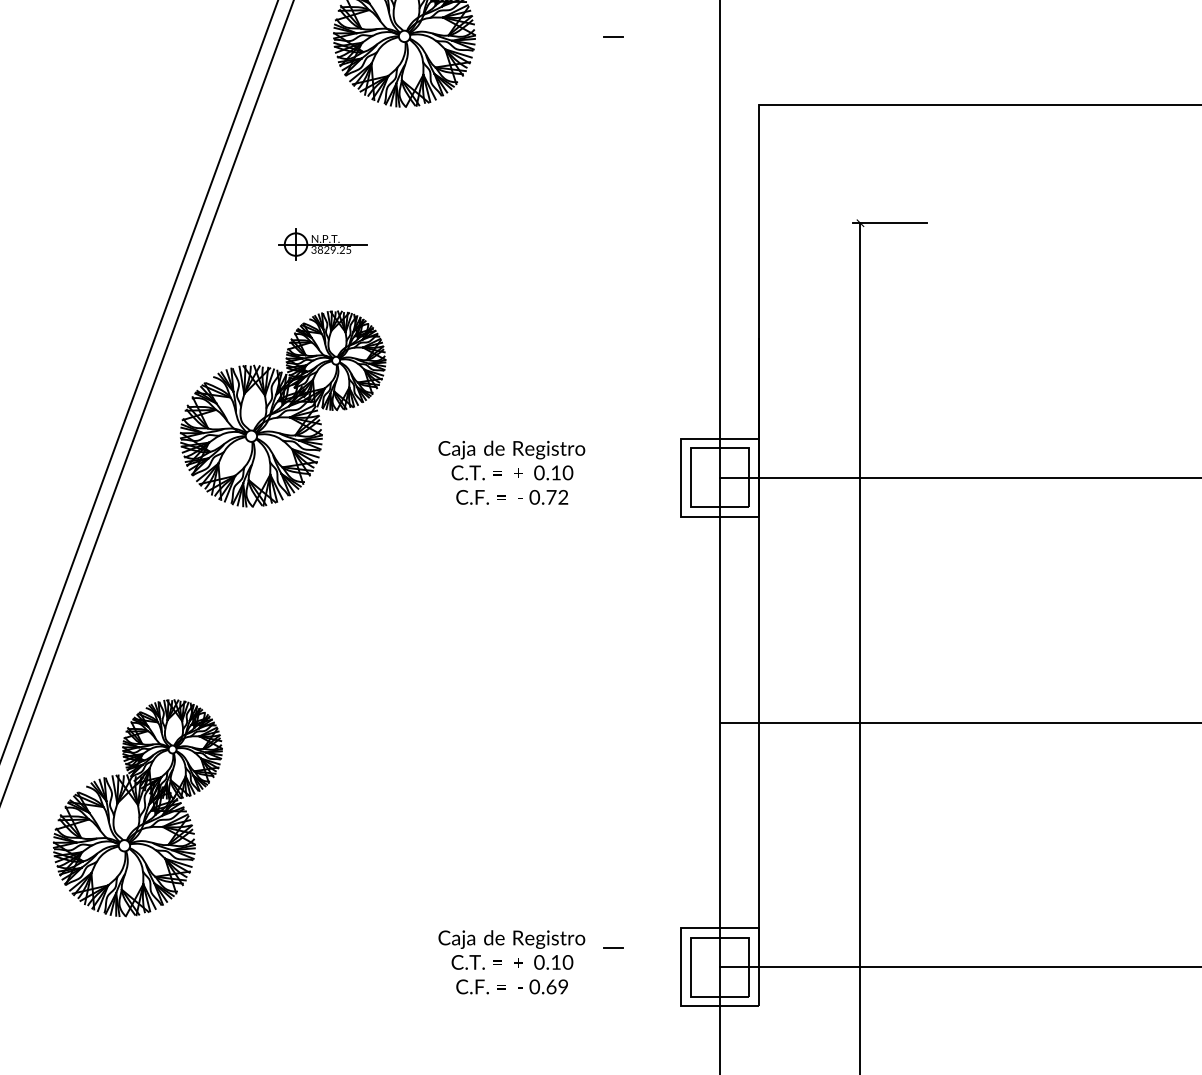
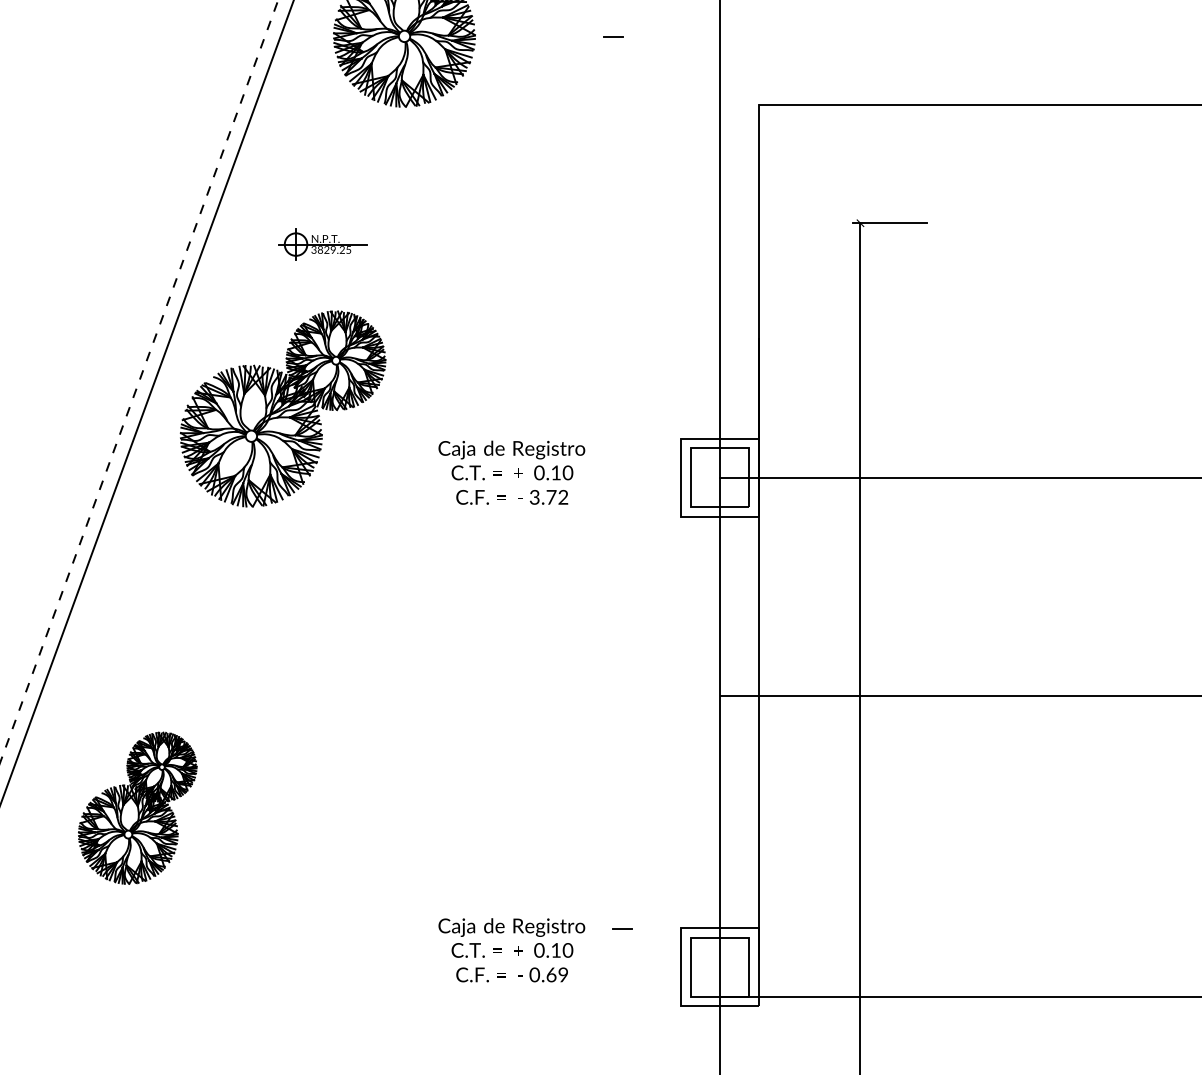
line at (139, 380): solid -> dashed
text at (534, 497): 0.72 -> 3.72
line at (958, 722) position: (958, 722) -> (958, 695)
part at (137, 808) size: 171x219 px -> 120x154 px
line at (613, 947) position: (613, 947) -> (622, 928)
text at (511, 962) position: (511, 962) -> (511, 950)
line at (958, 967) position: (958, 967) -> (958, 997)
